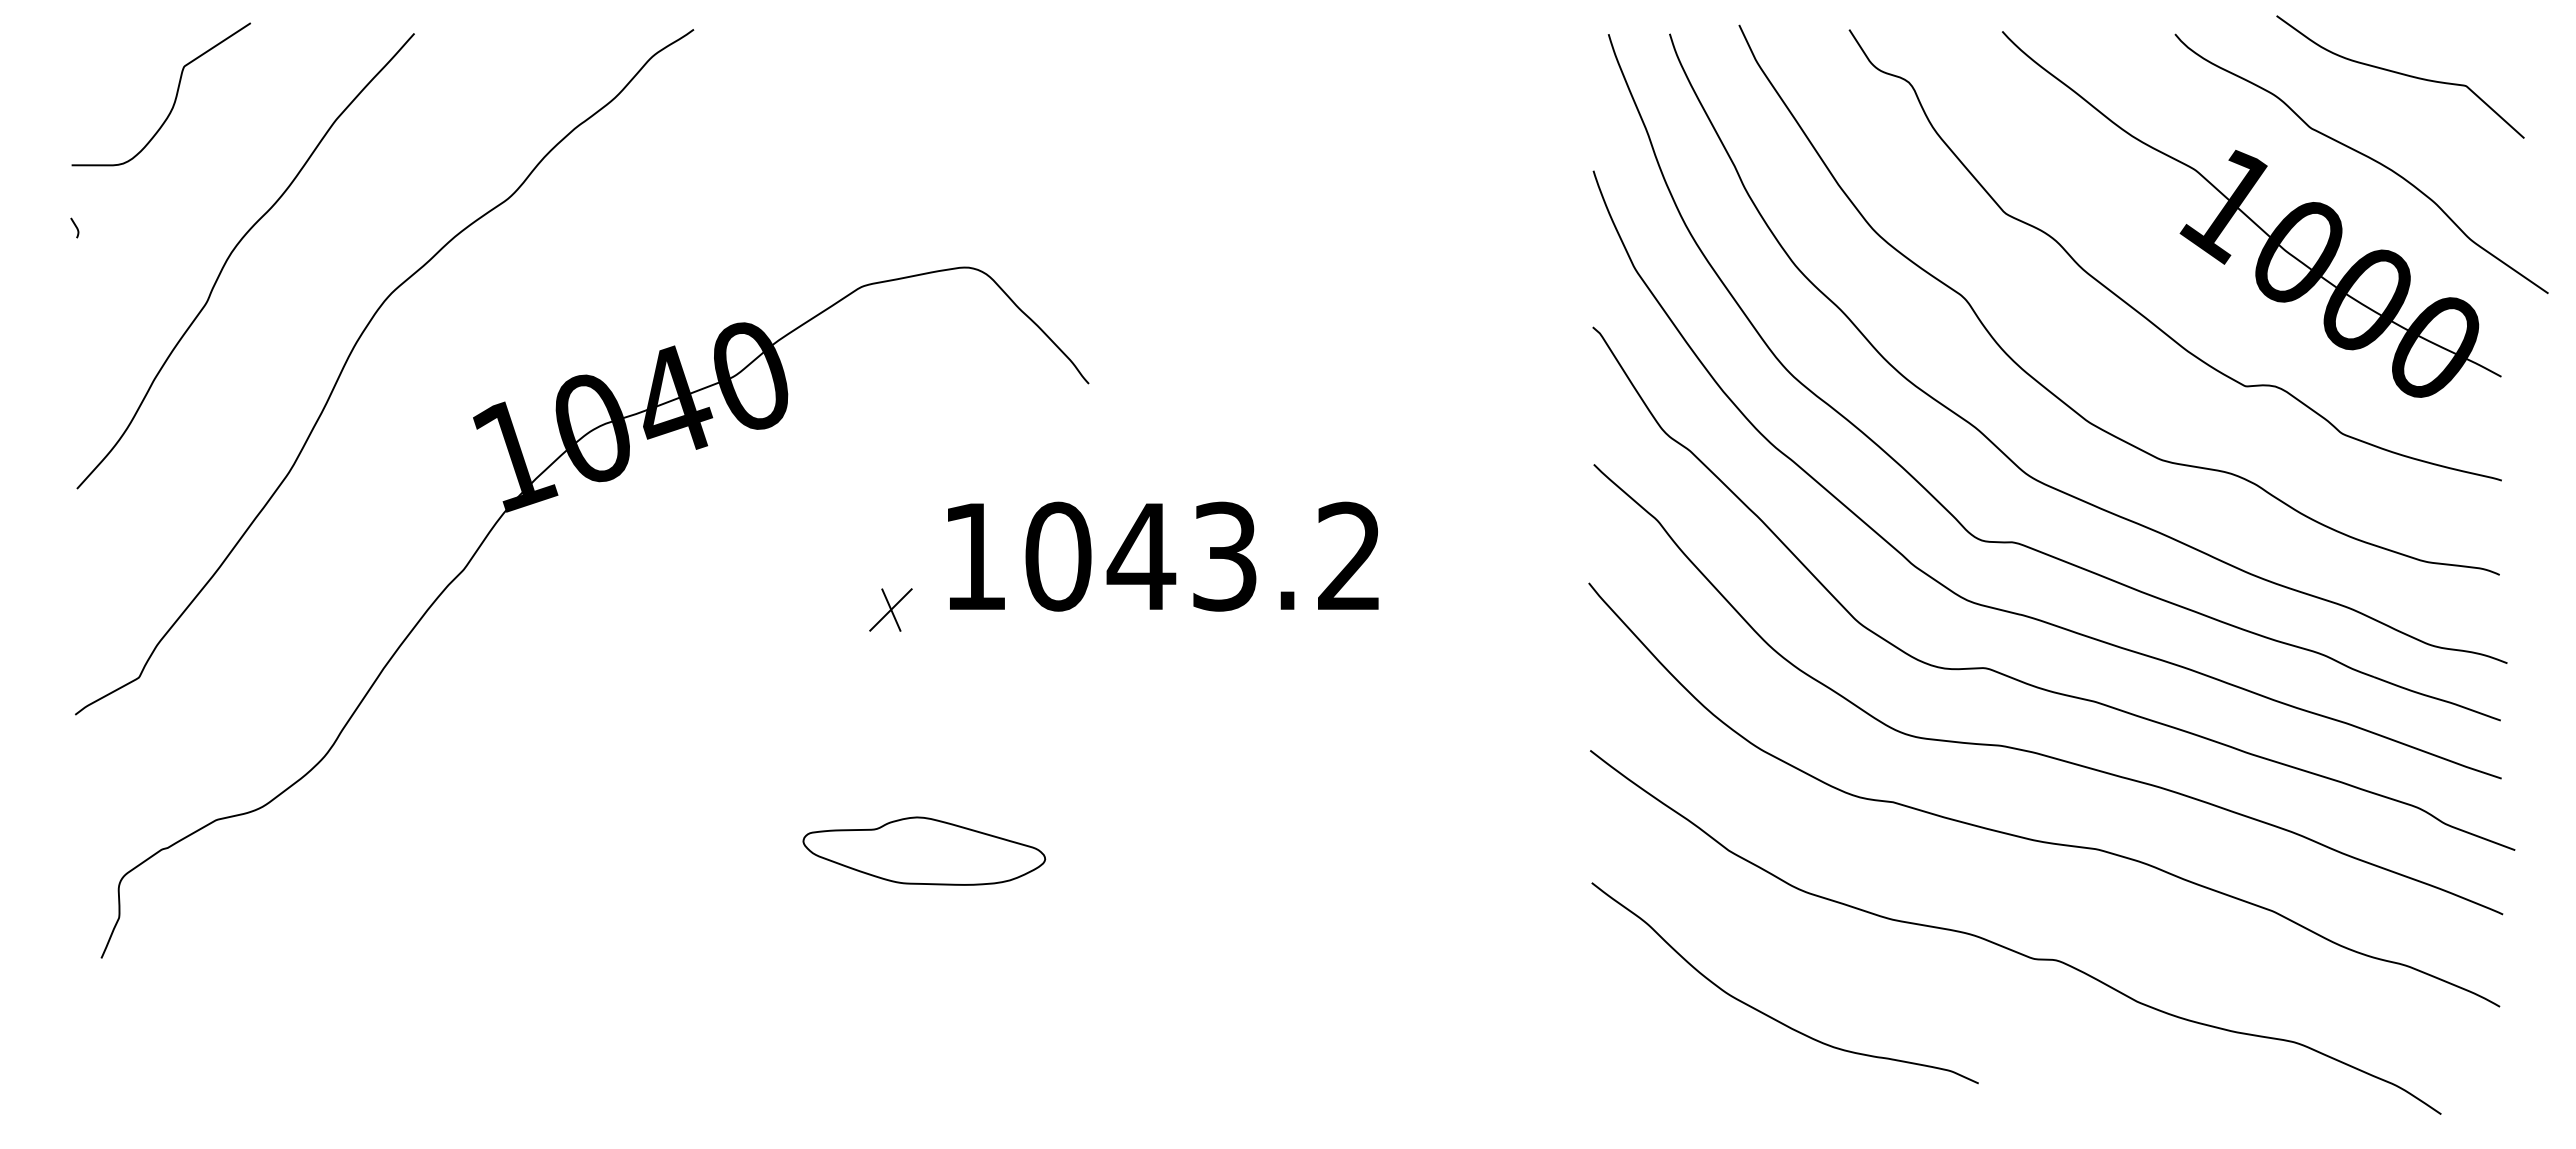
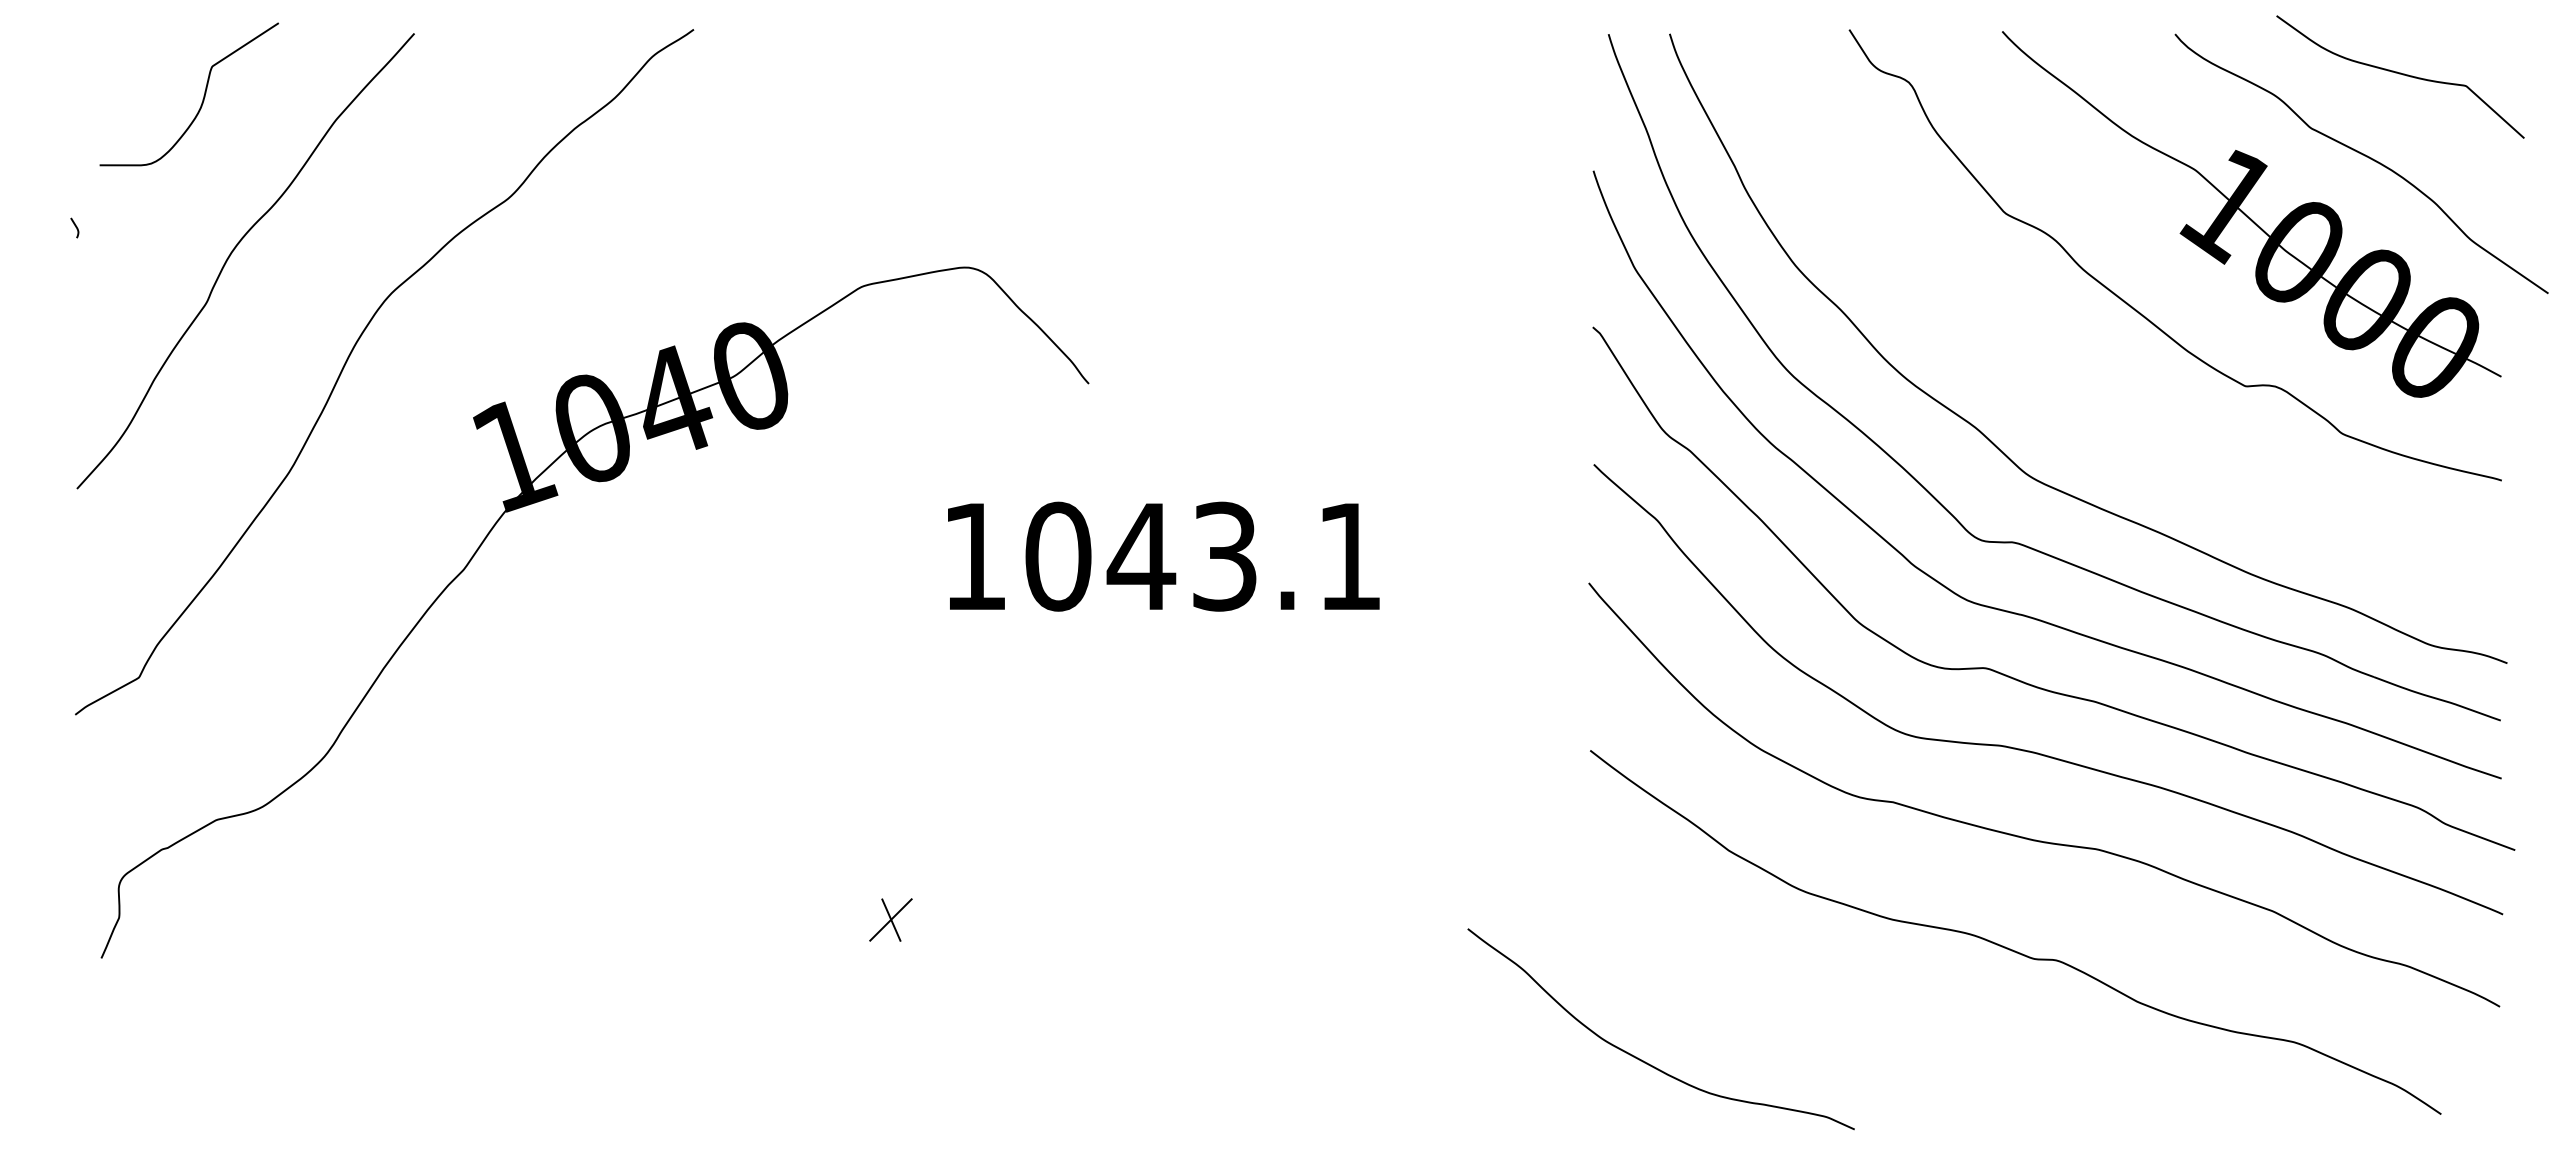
curve at (174, 99) position: (174, 99) -> (202, 99)
curve at (2045, 386): present -> none
text at (1348, 555): 1043.2 -> 1043.1
part at (890, 609) position: (890, 609) -> (890, 919)
part at (924, 850): present -> none
curve at (1769, 1015) position: (1769, 1015) -> (1645, 1061)
